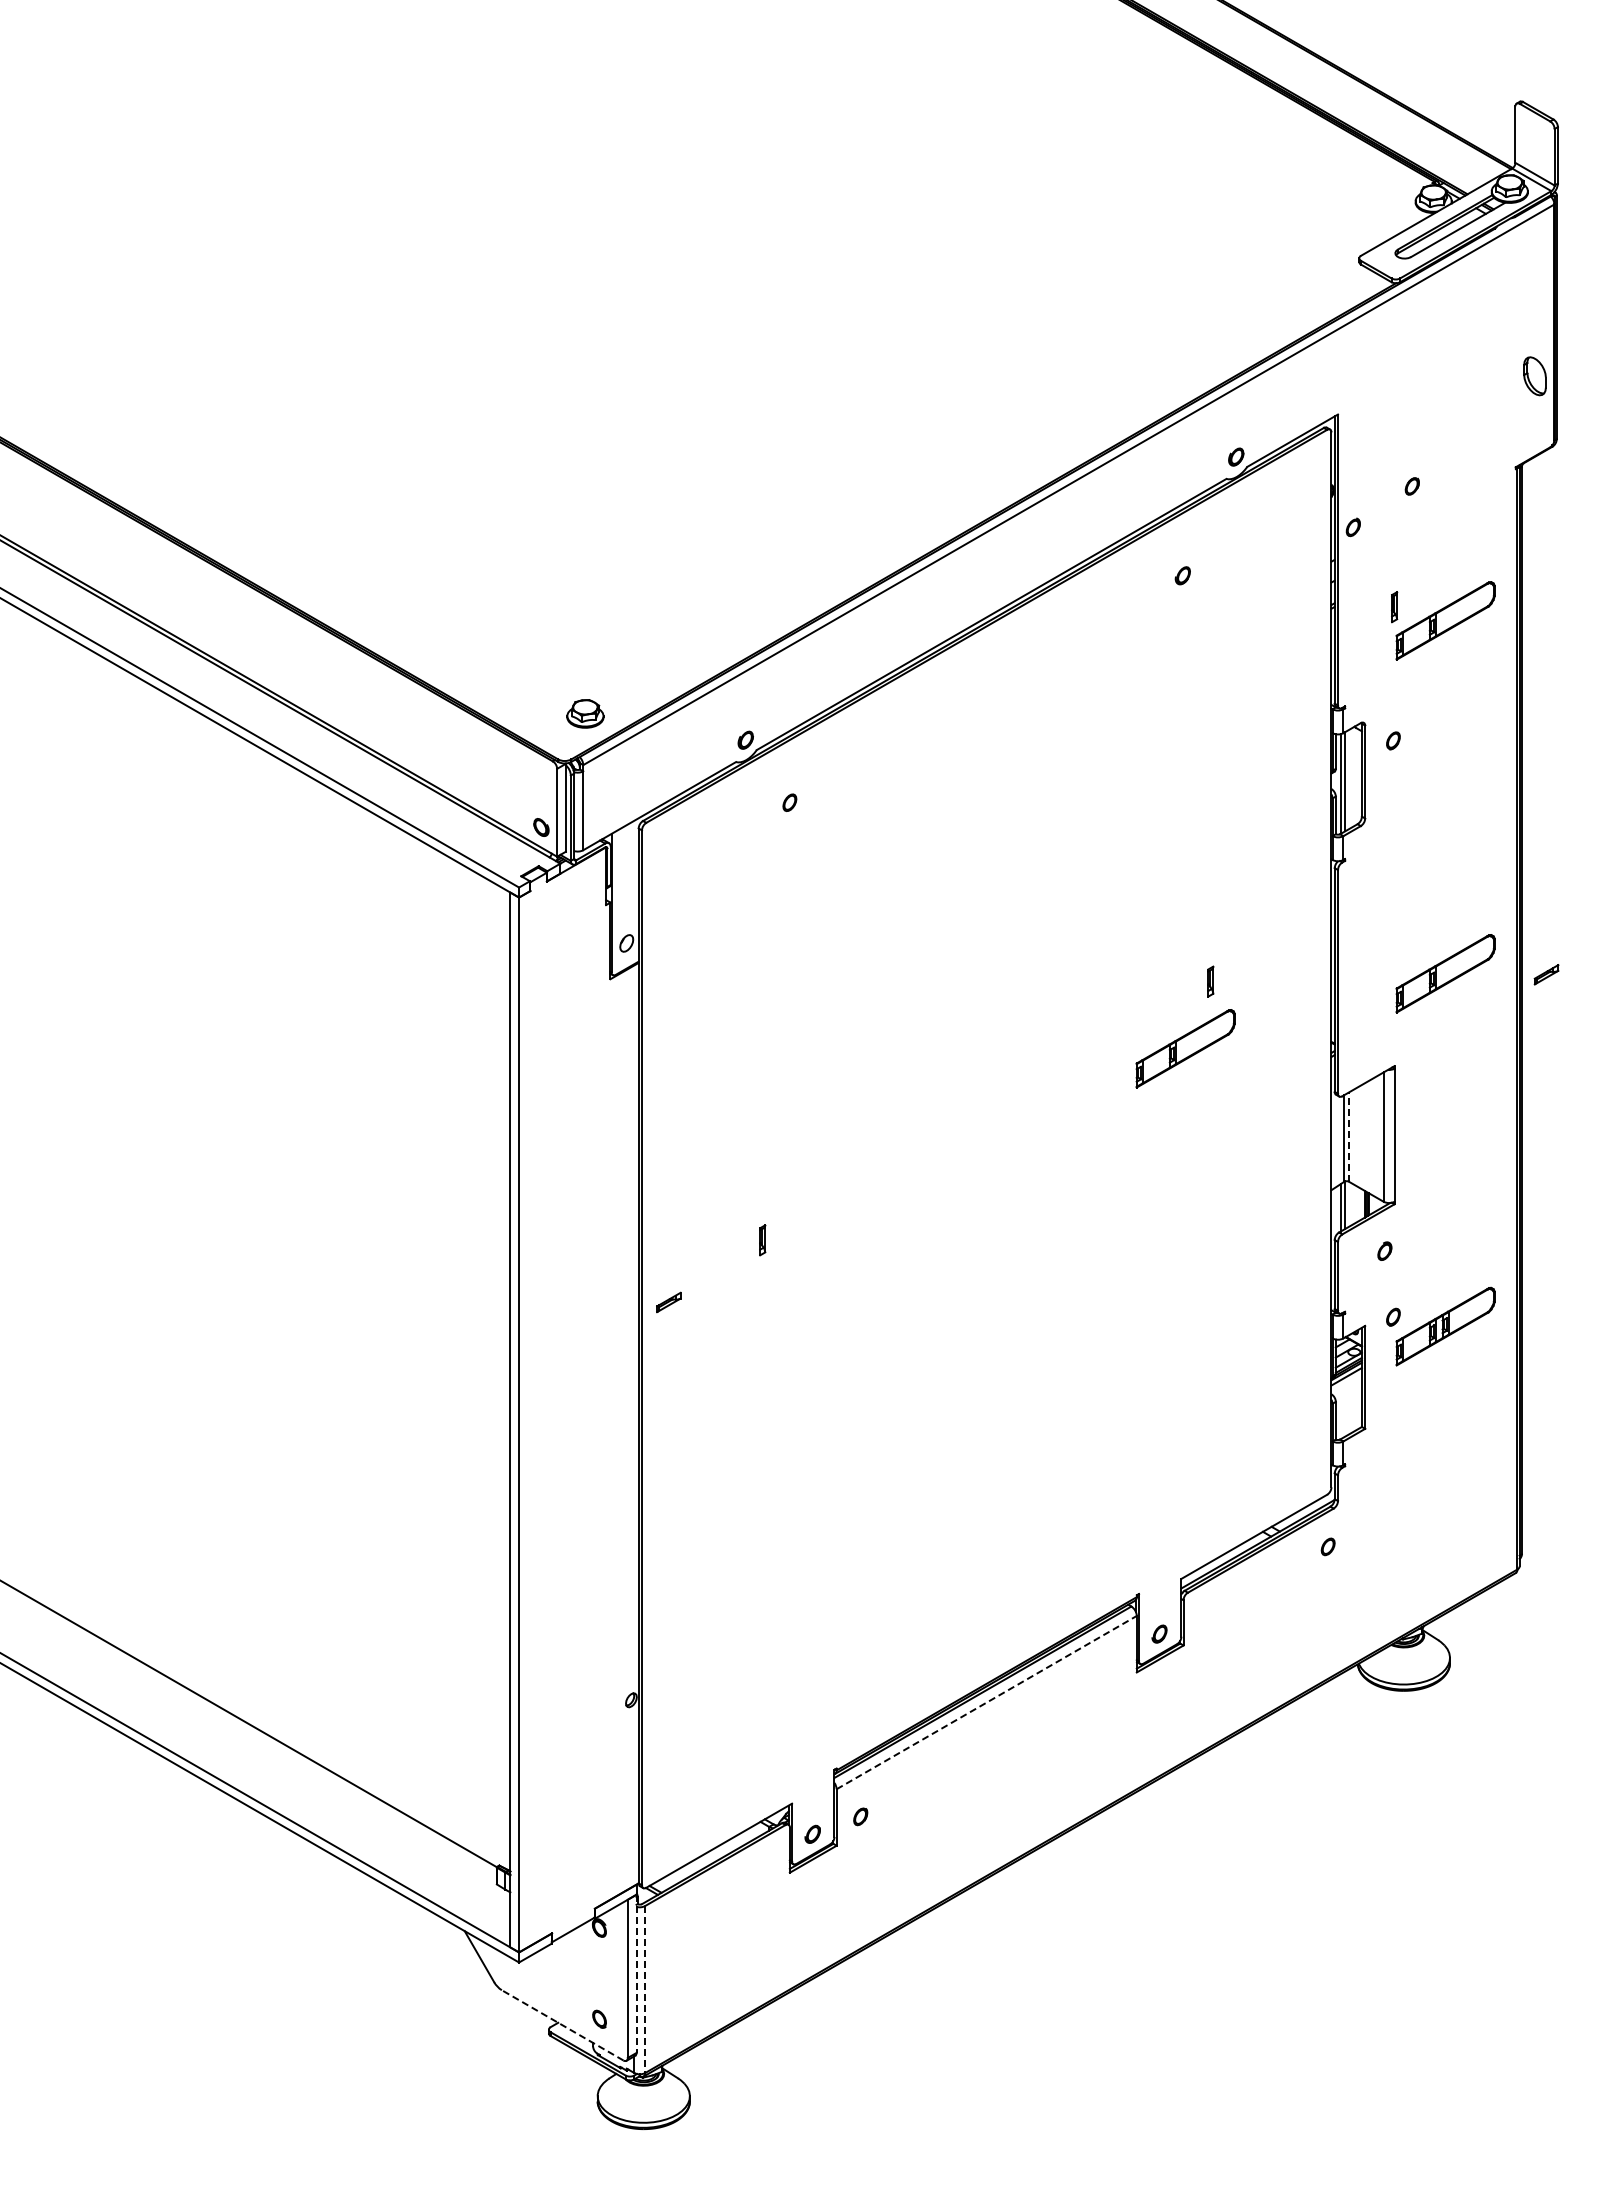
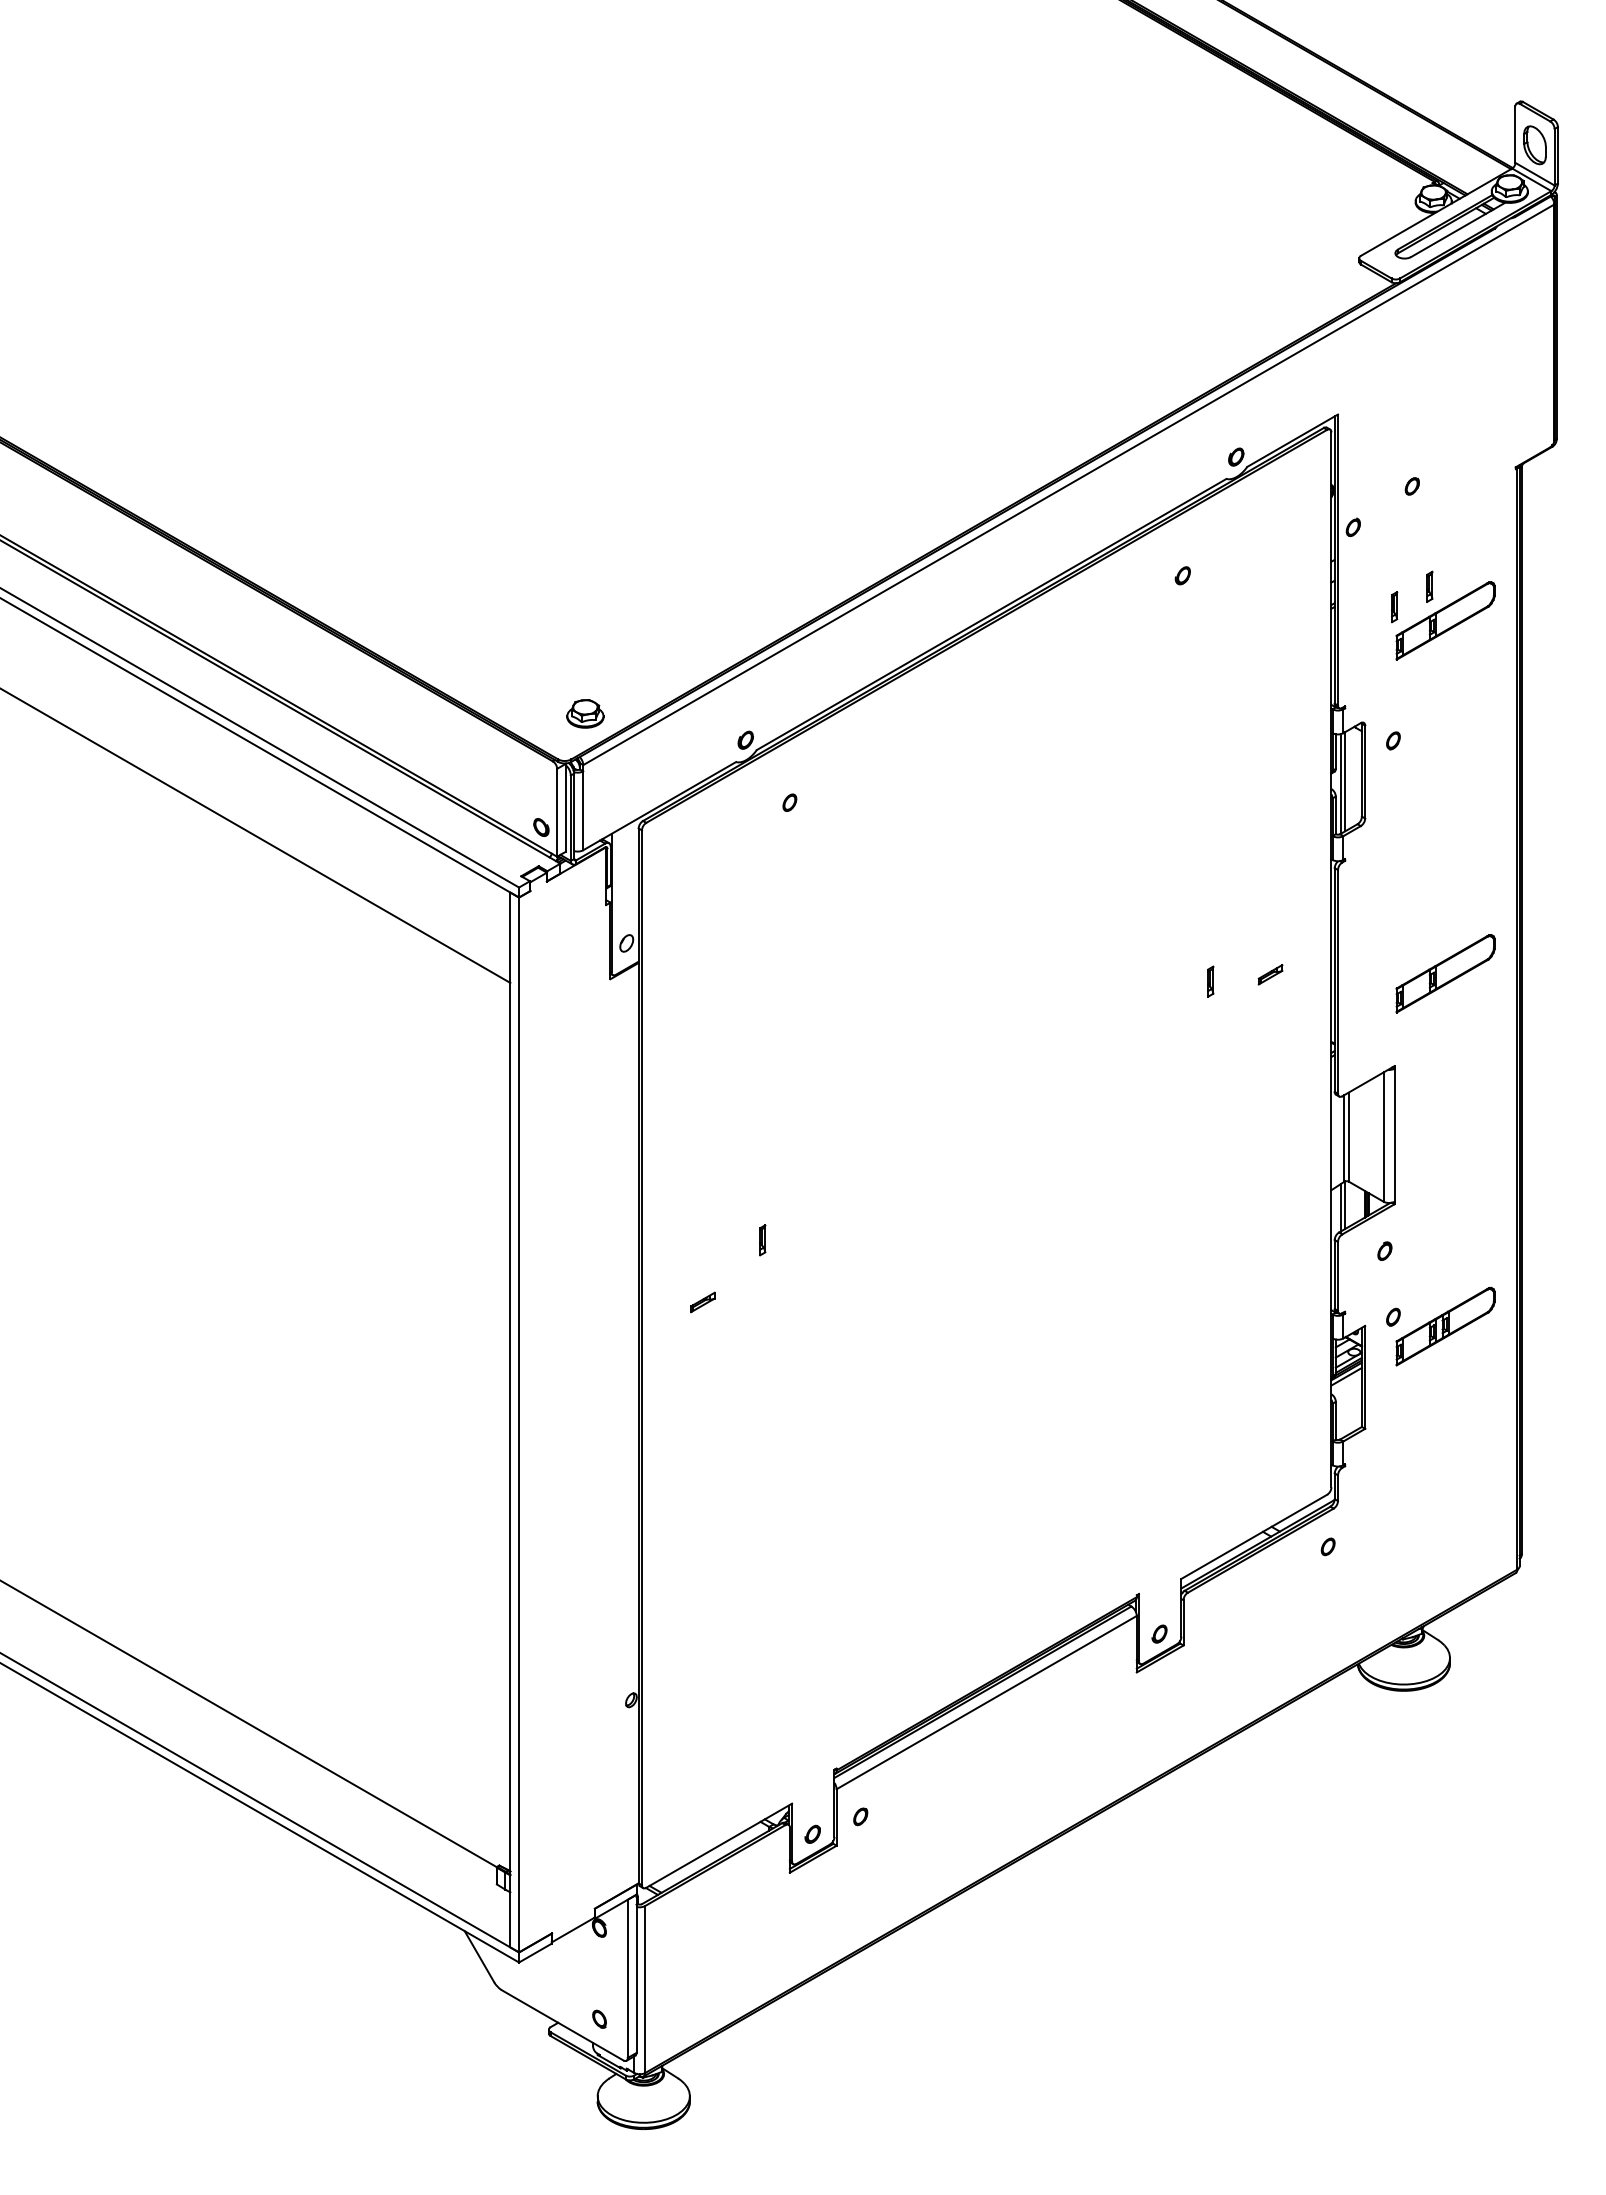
part at (1534, 376) position: (1534, 376) -> (1534, 145)
part at (1429, 586): none -> present
line at (256, 835): none -> present
part at (1546, 974) position: (1546, 974) -> (1270, 974)
part at (1185, 1048): present -> none
line at (1348, 1137): dashed -> solid
part at (668, 1302) position: (668, 1302) -> (702, 1302)
line at (987, 1702): dashed -> solid
line at (636, 1974): dashed -> solid
line at (645, 1989): dashed -> solid
line at (562, 2025): dashed -> solid
